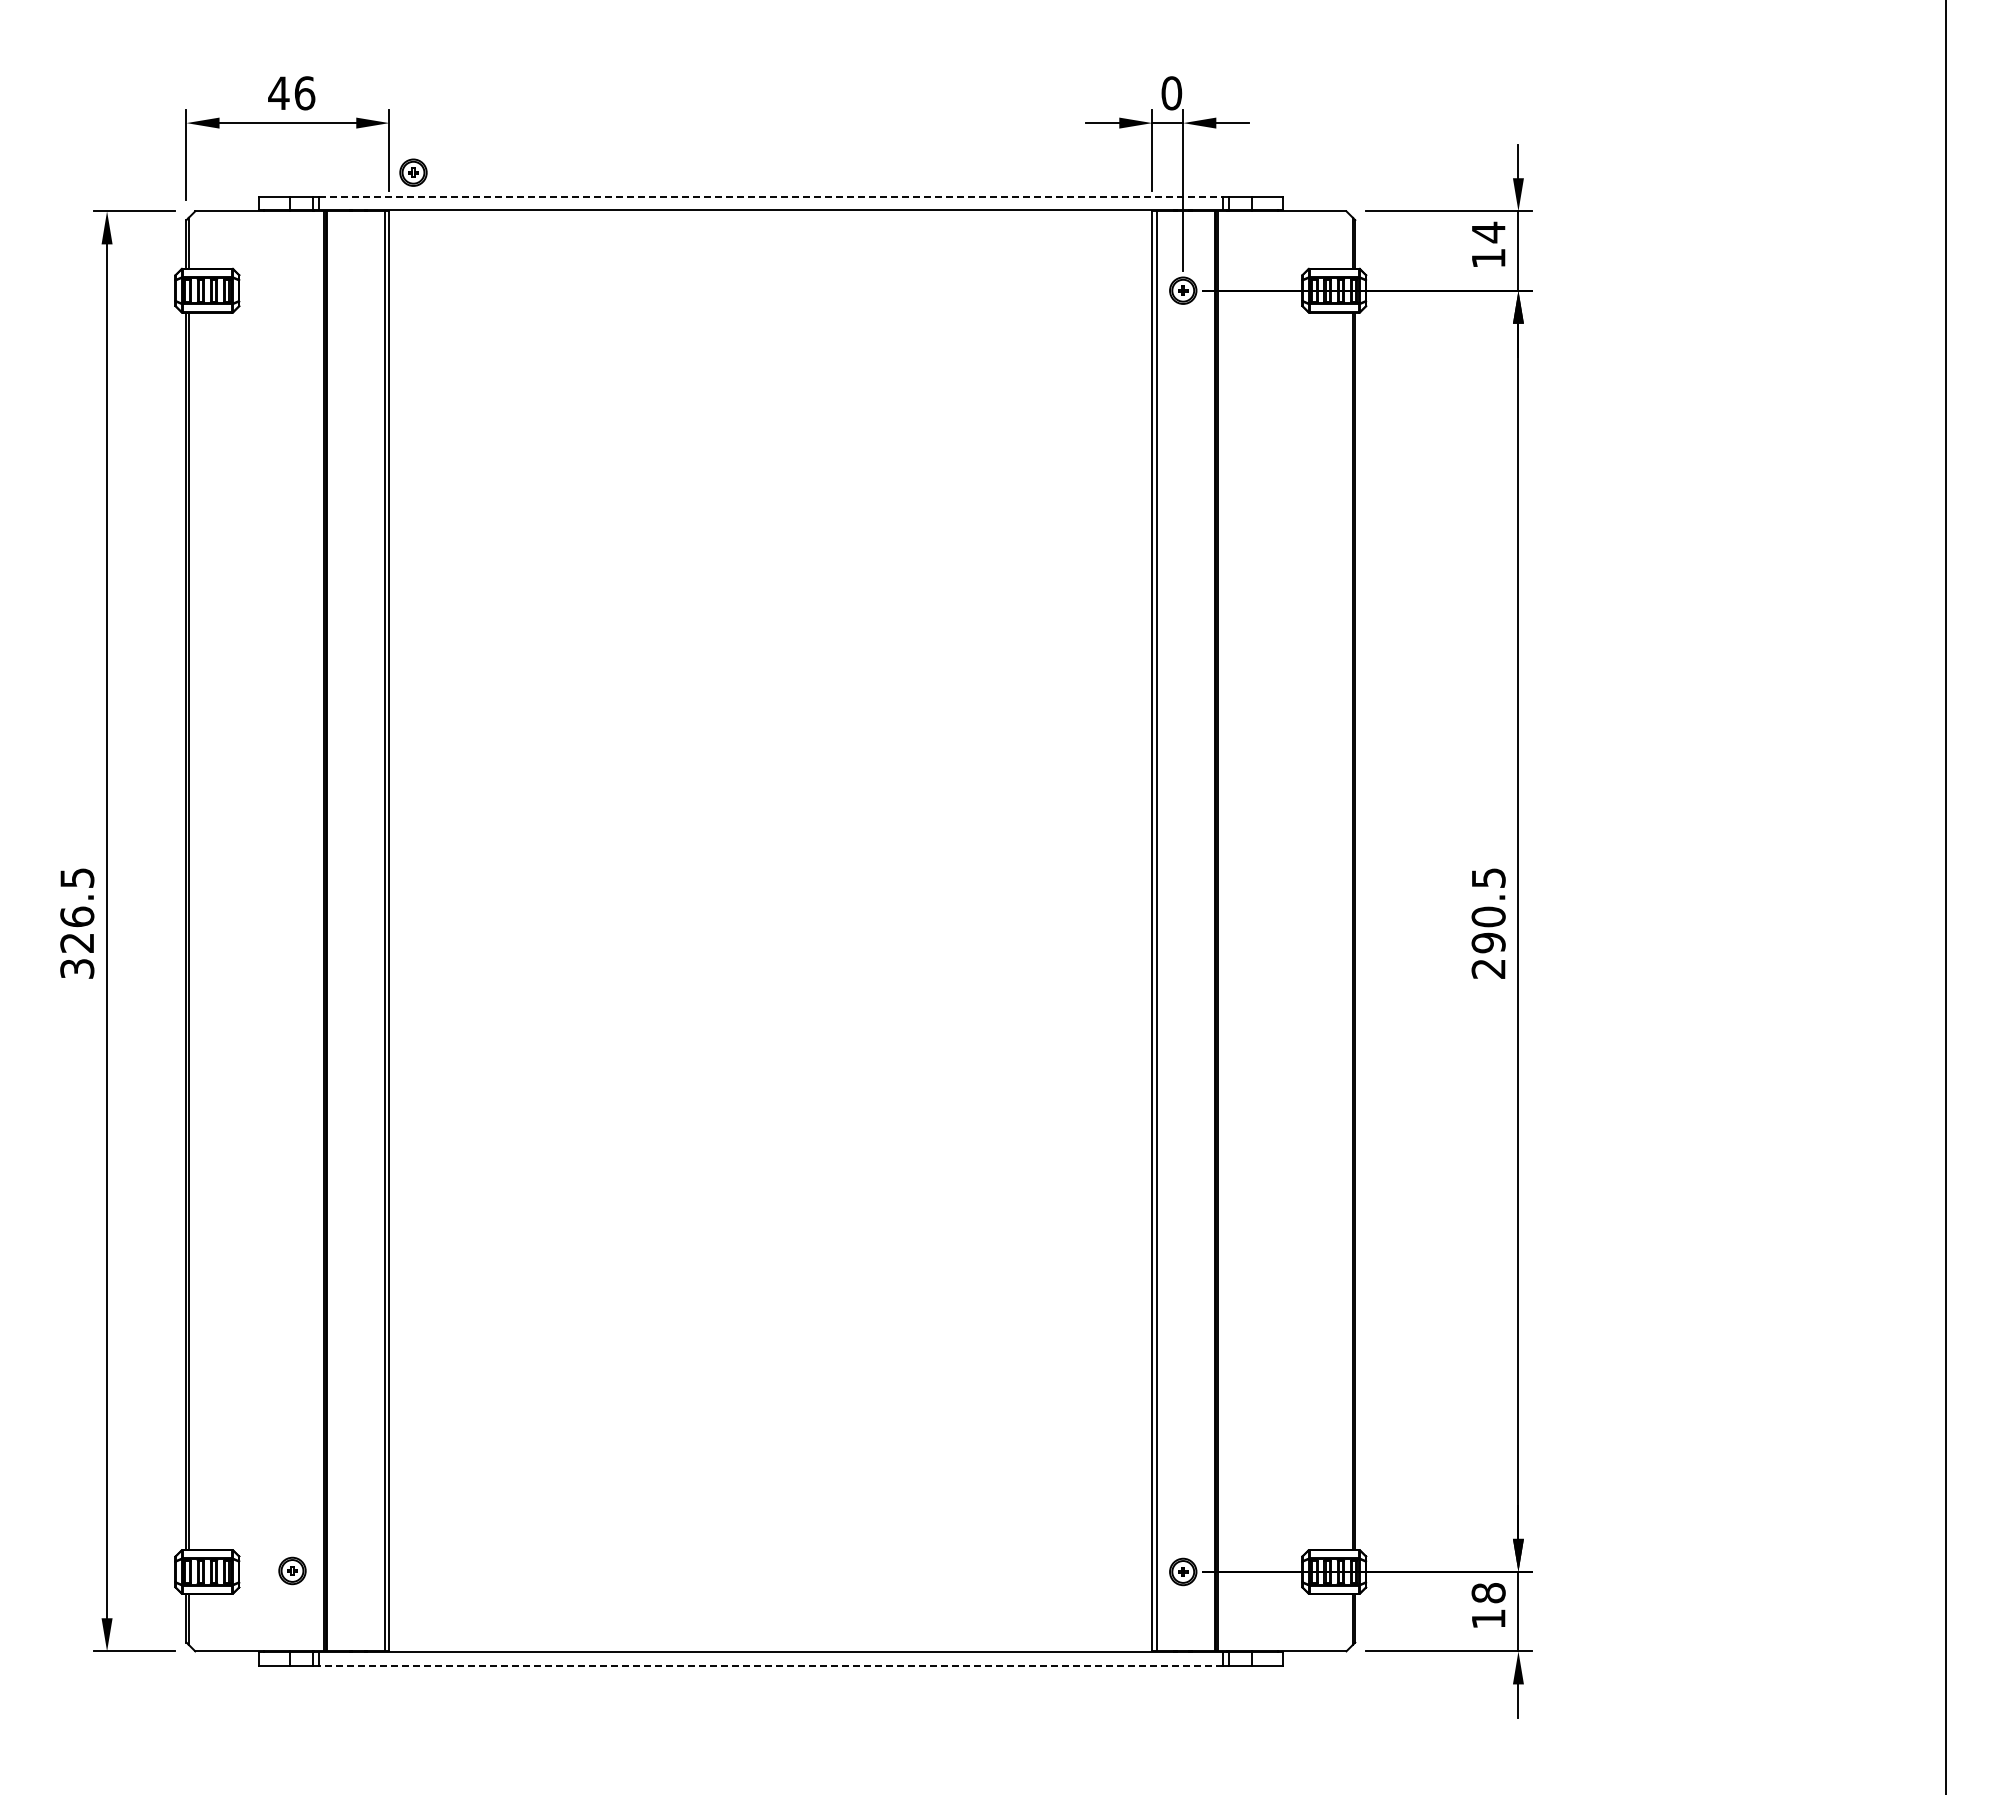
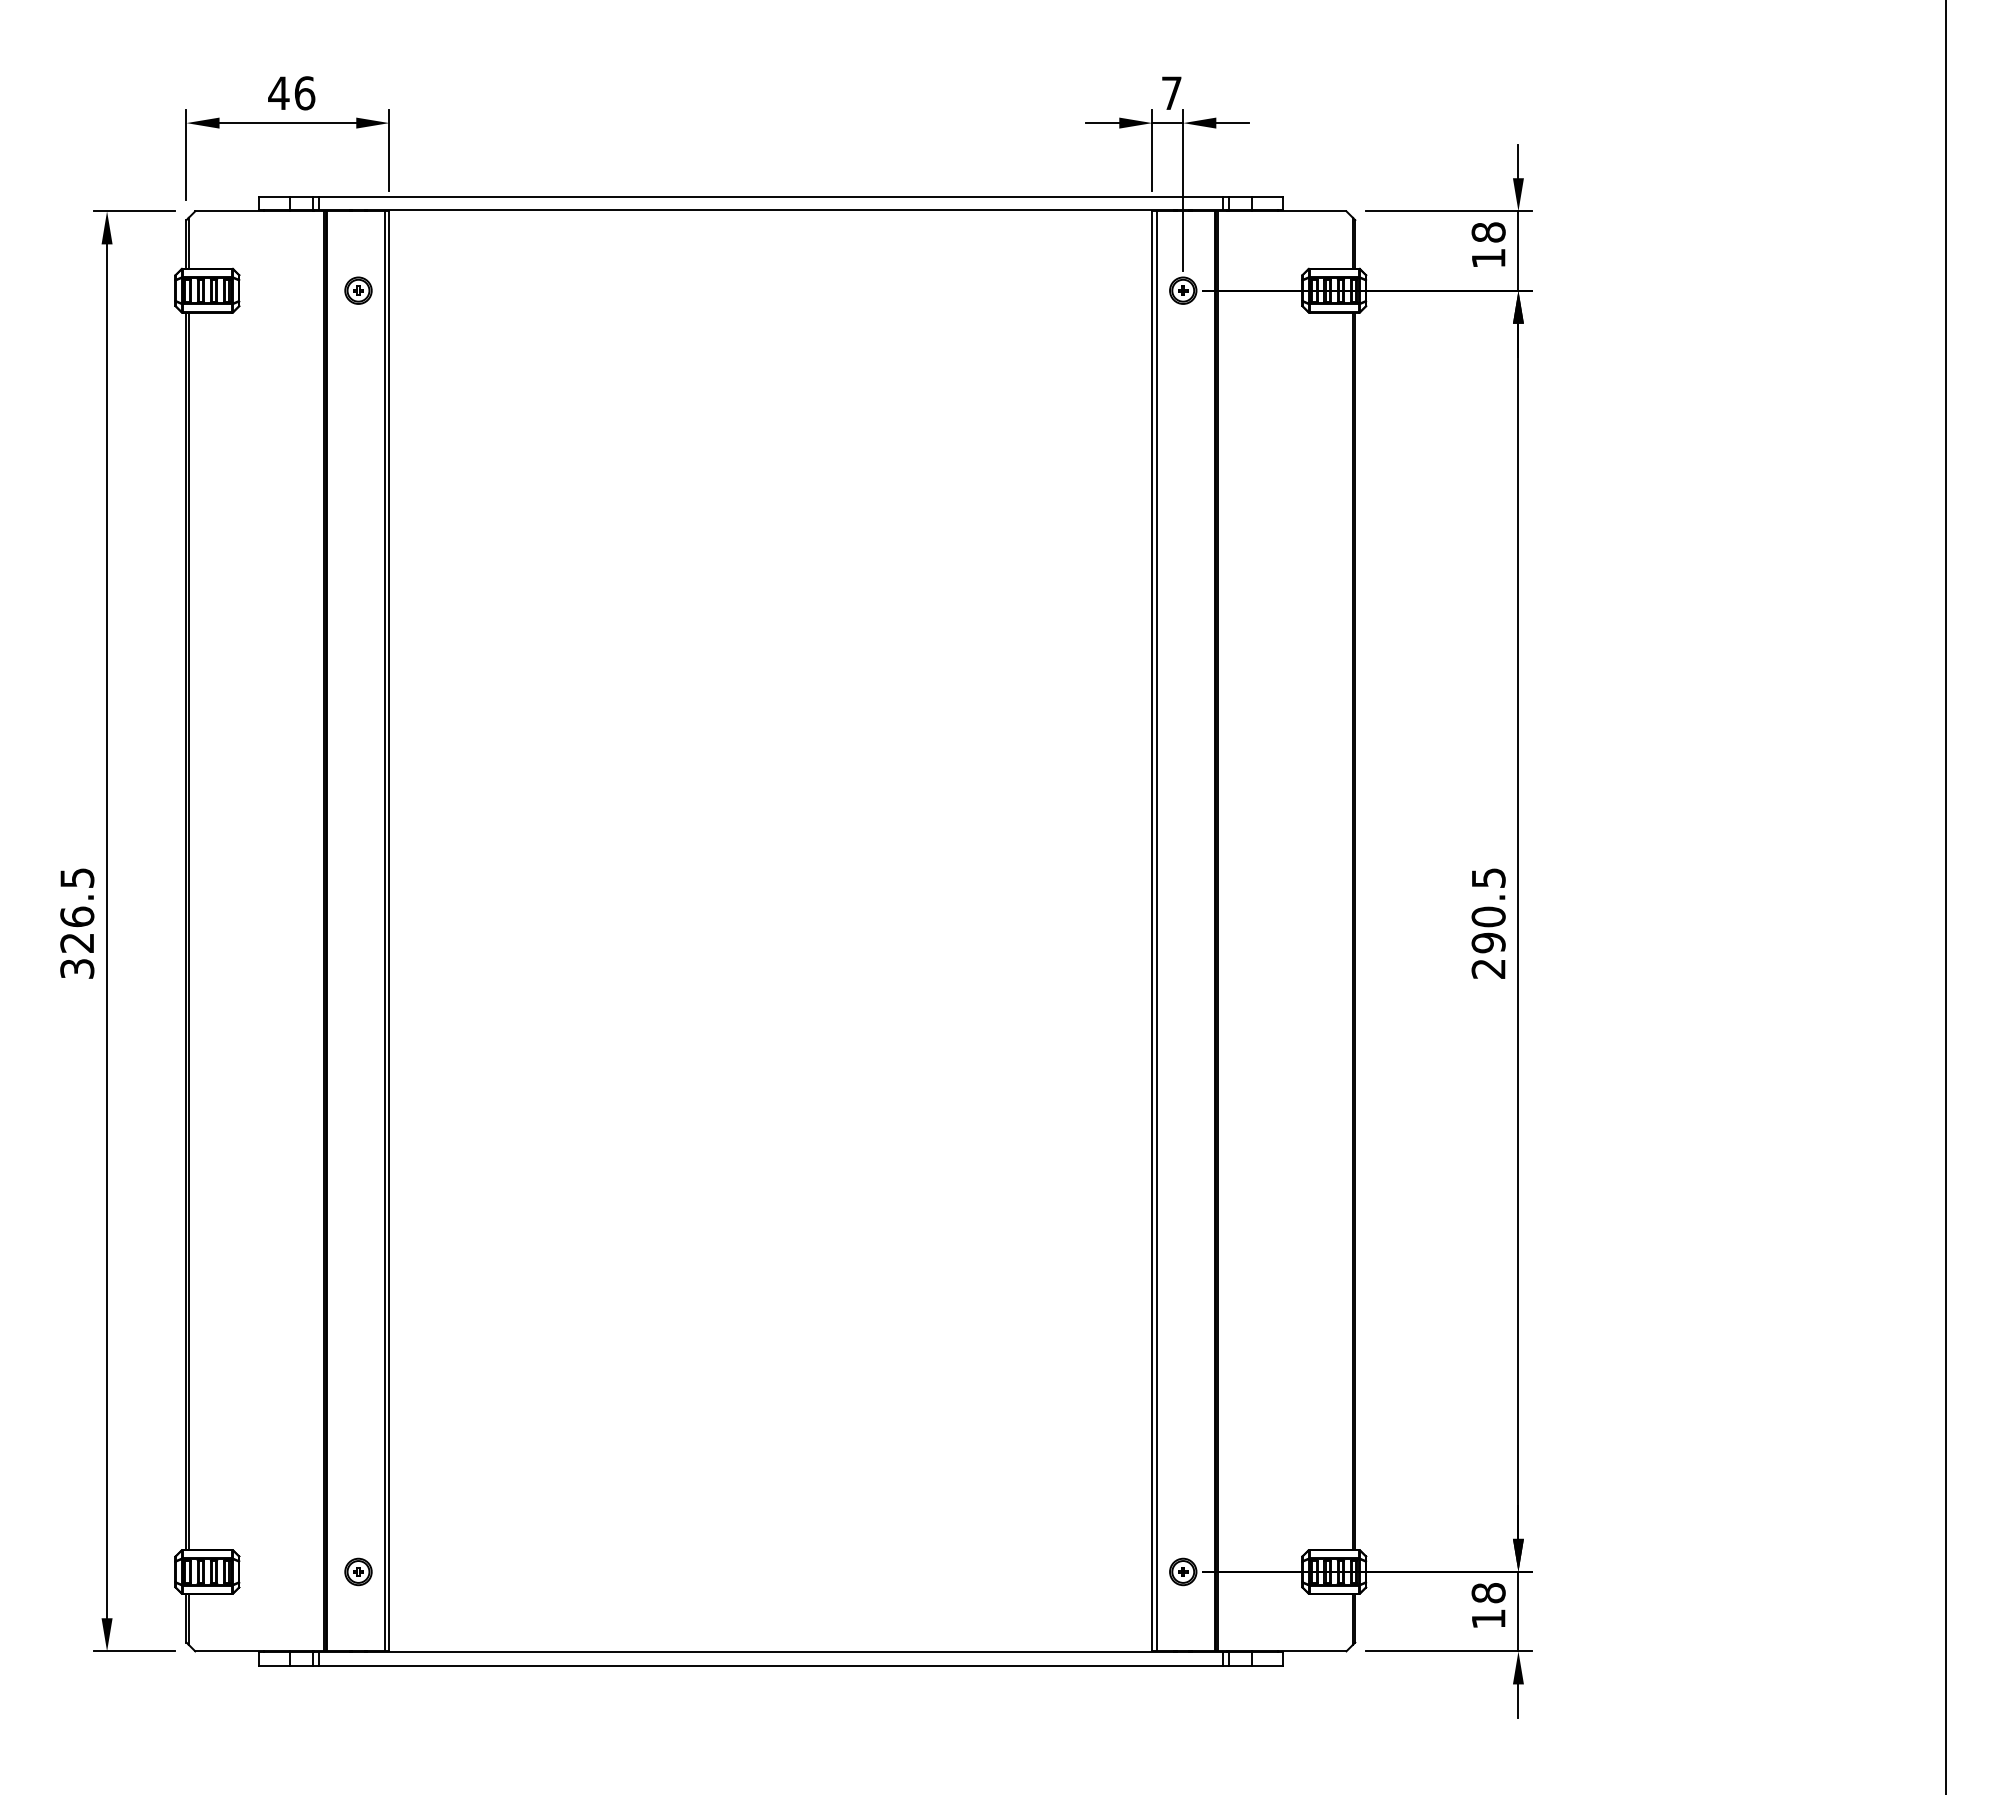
text at (1171, 93): 0 -> 7
part at (413, 172) position: (413, 172) -> (358, 290)
line at (771, 197): dashed -> solid
text at (1488, 232): 14 -> 18
part at (292, 1570) position: (292, 1570) -> (358, 1571)
line at (770, 1665): dashed -> solid
